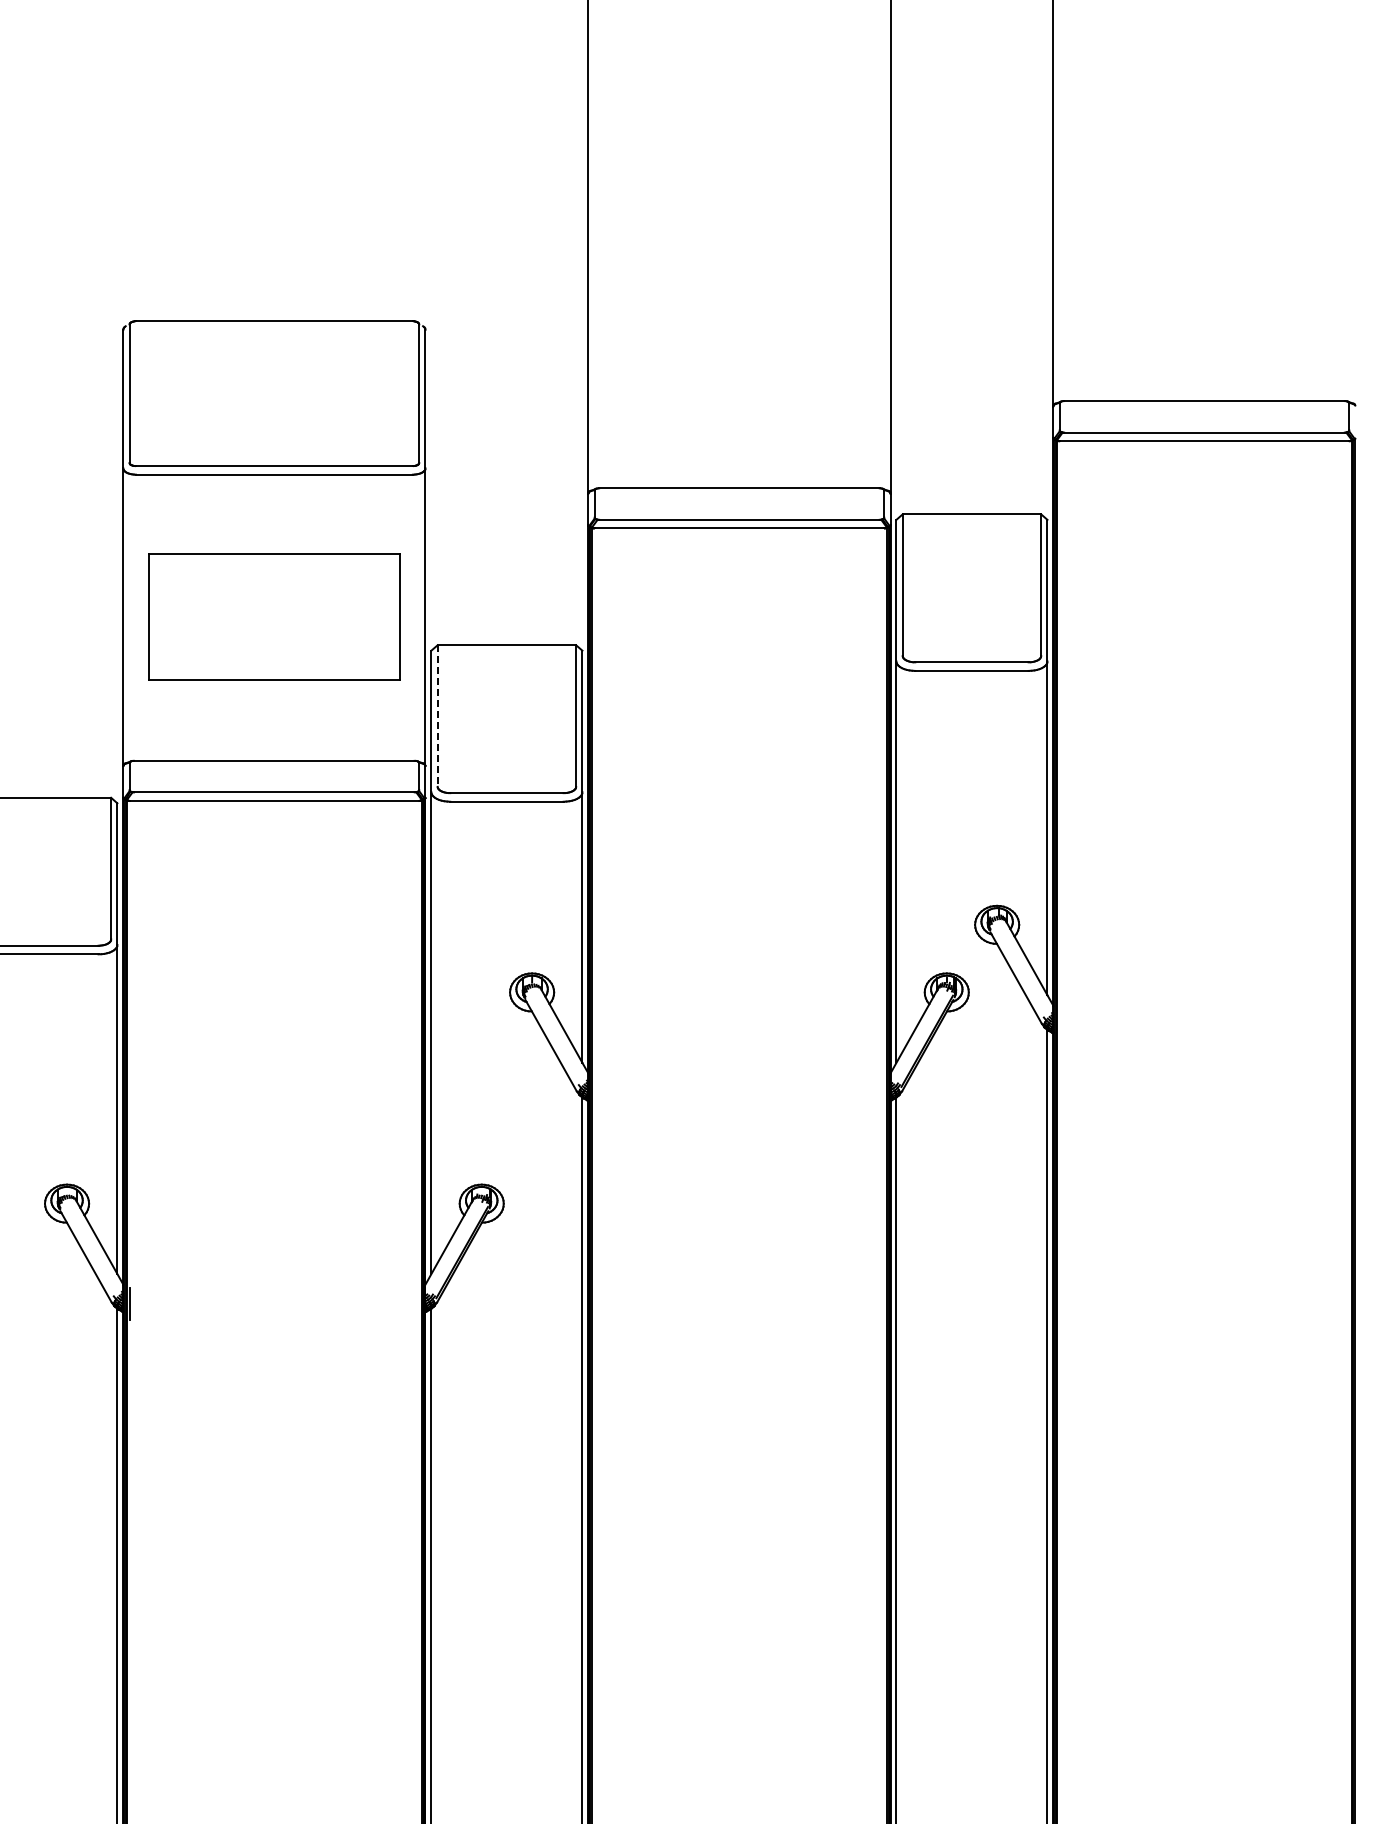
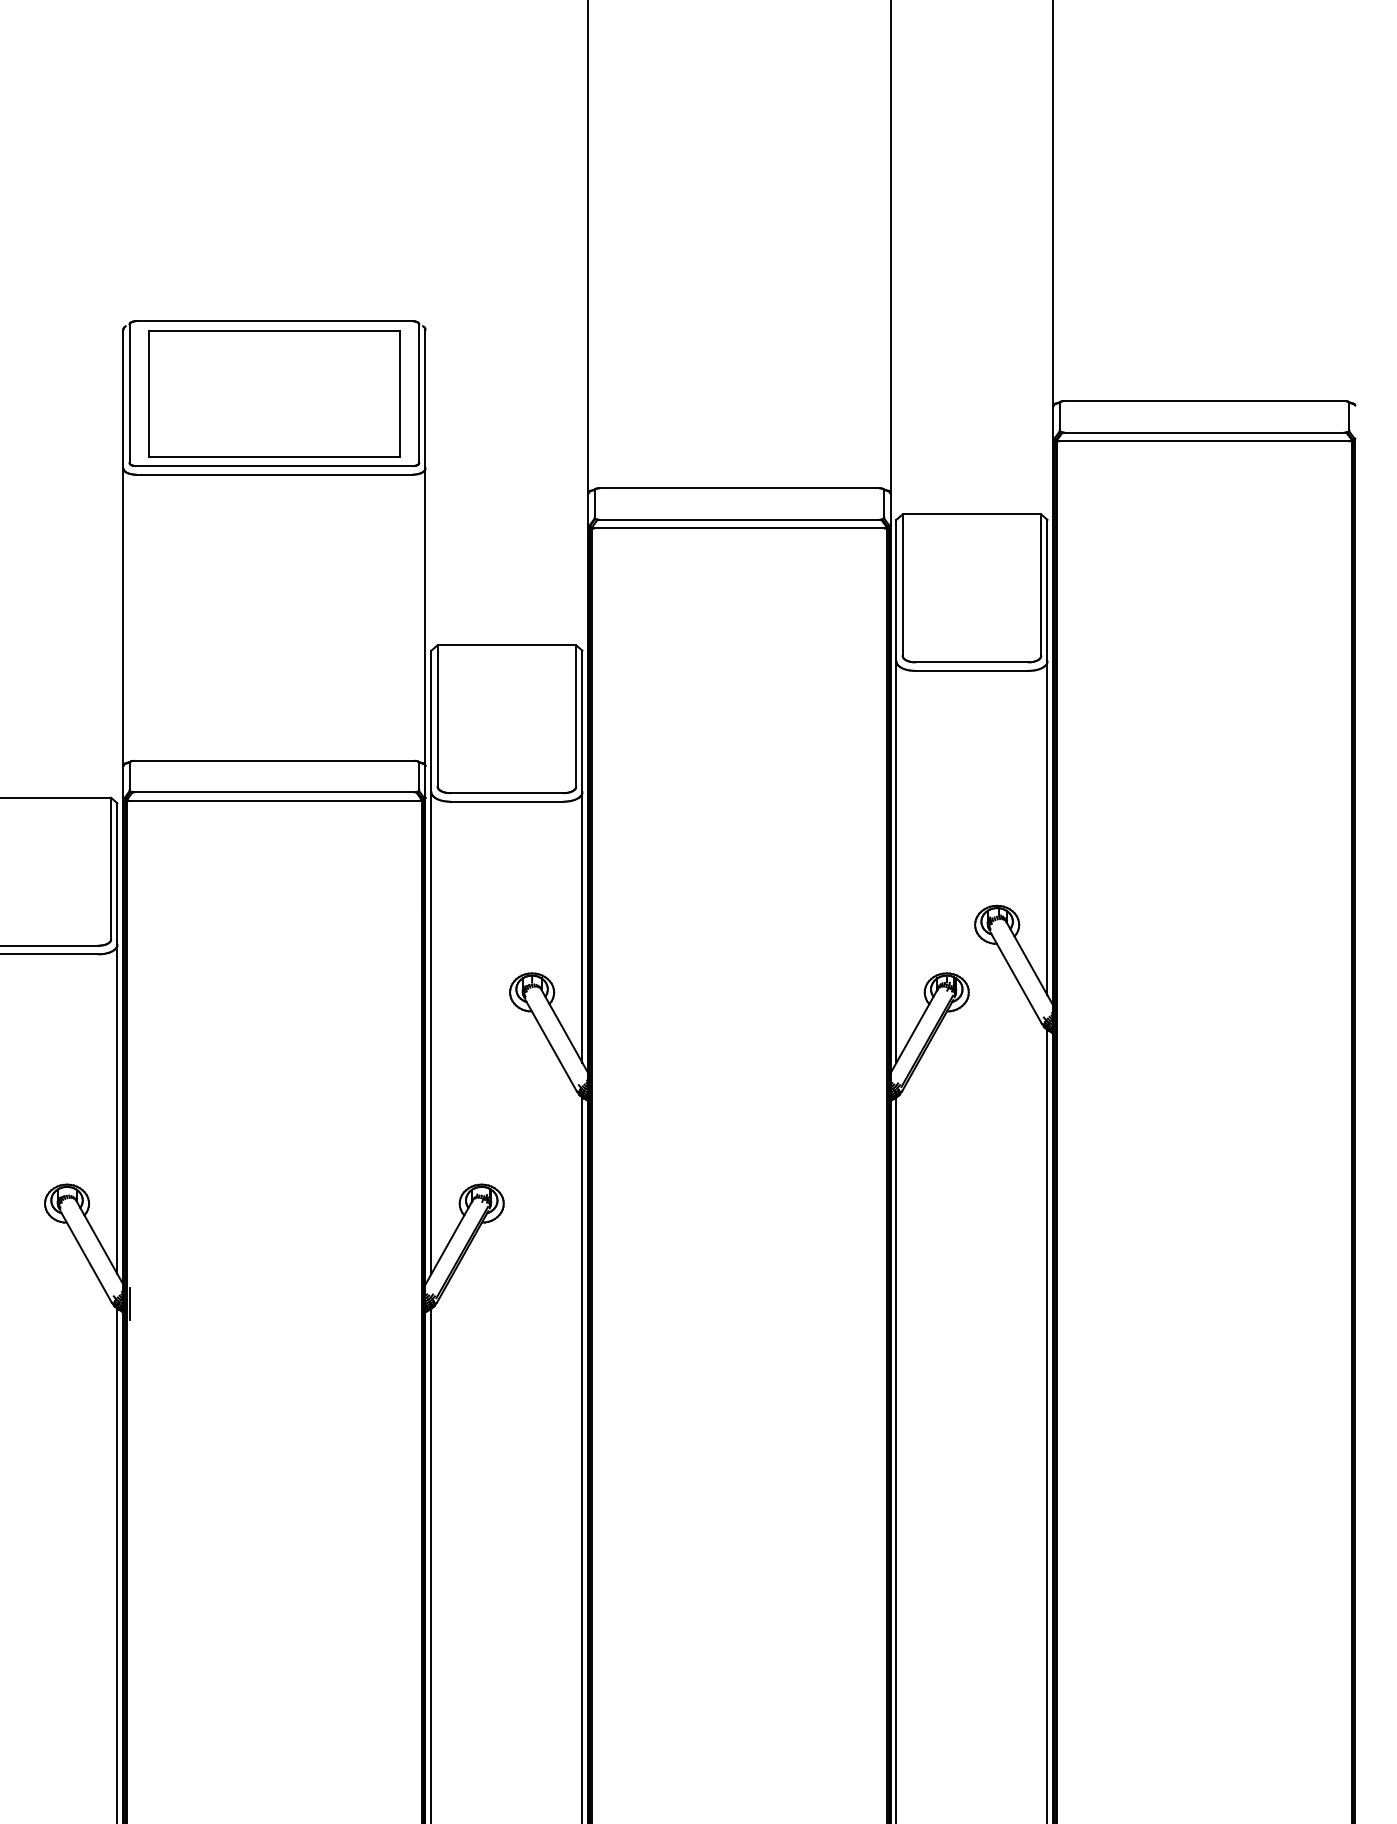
part at (274, 616) position: (274, 616) -> (274, 393)
line at (437, 716): dashed -> solid
